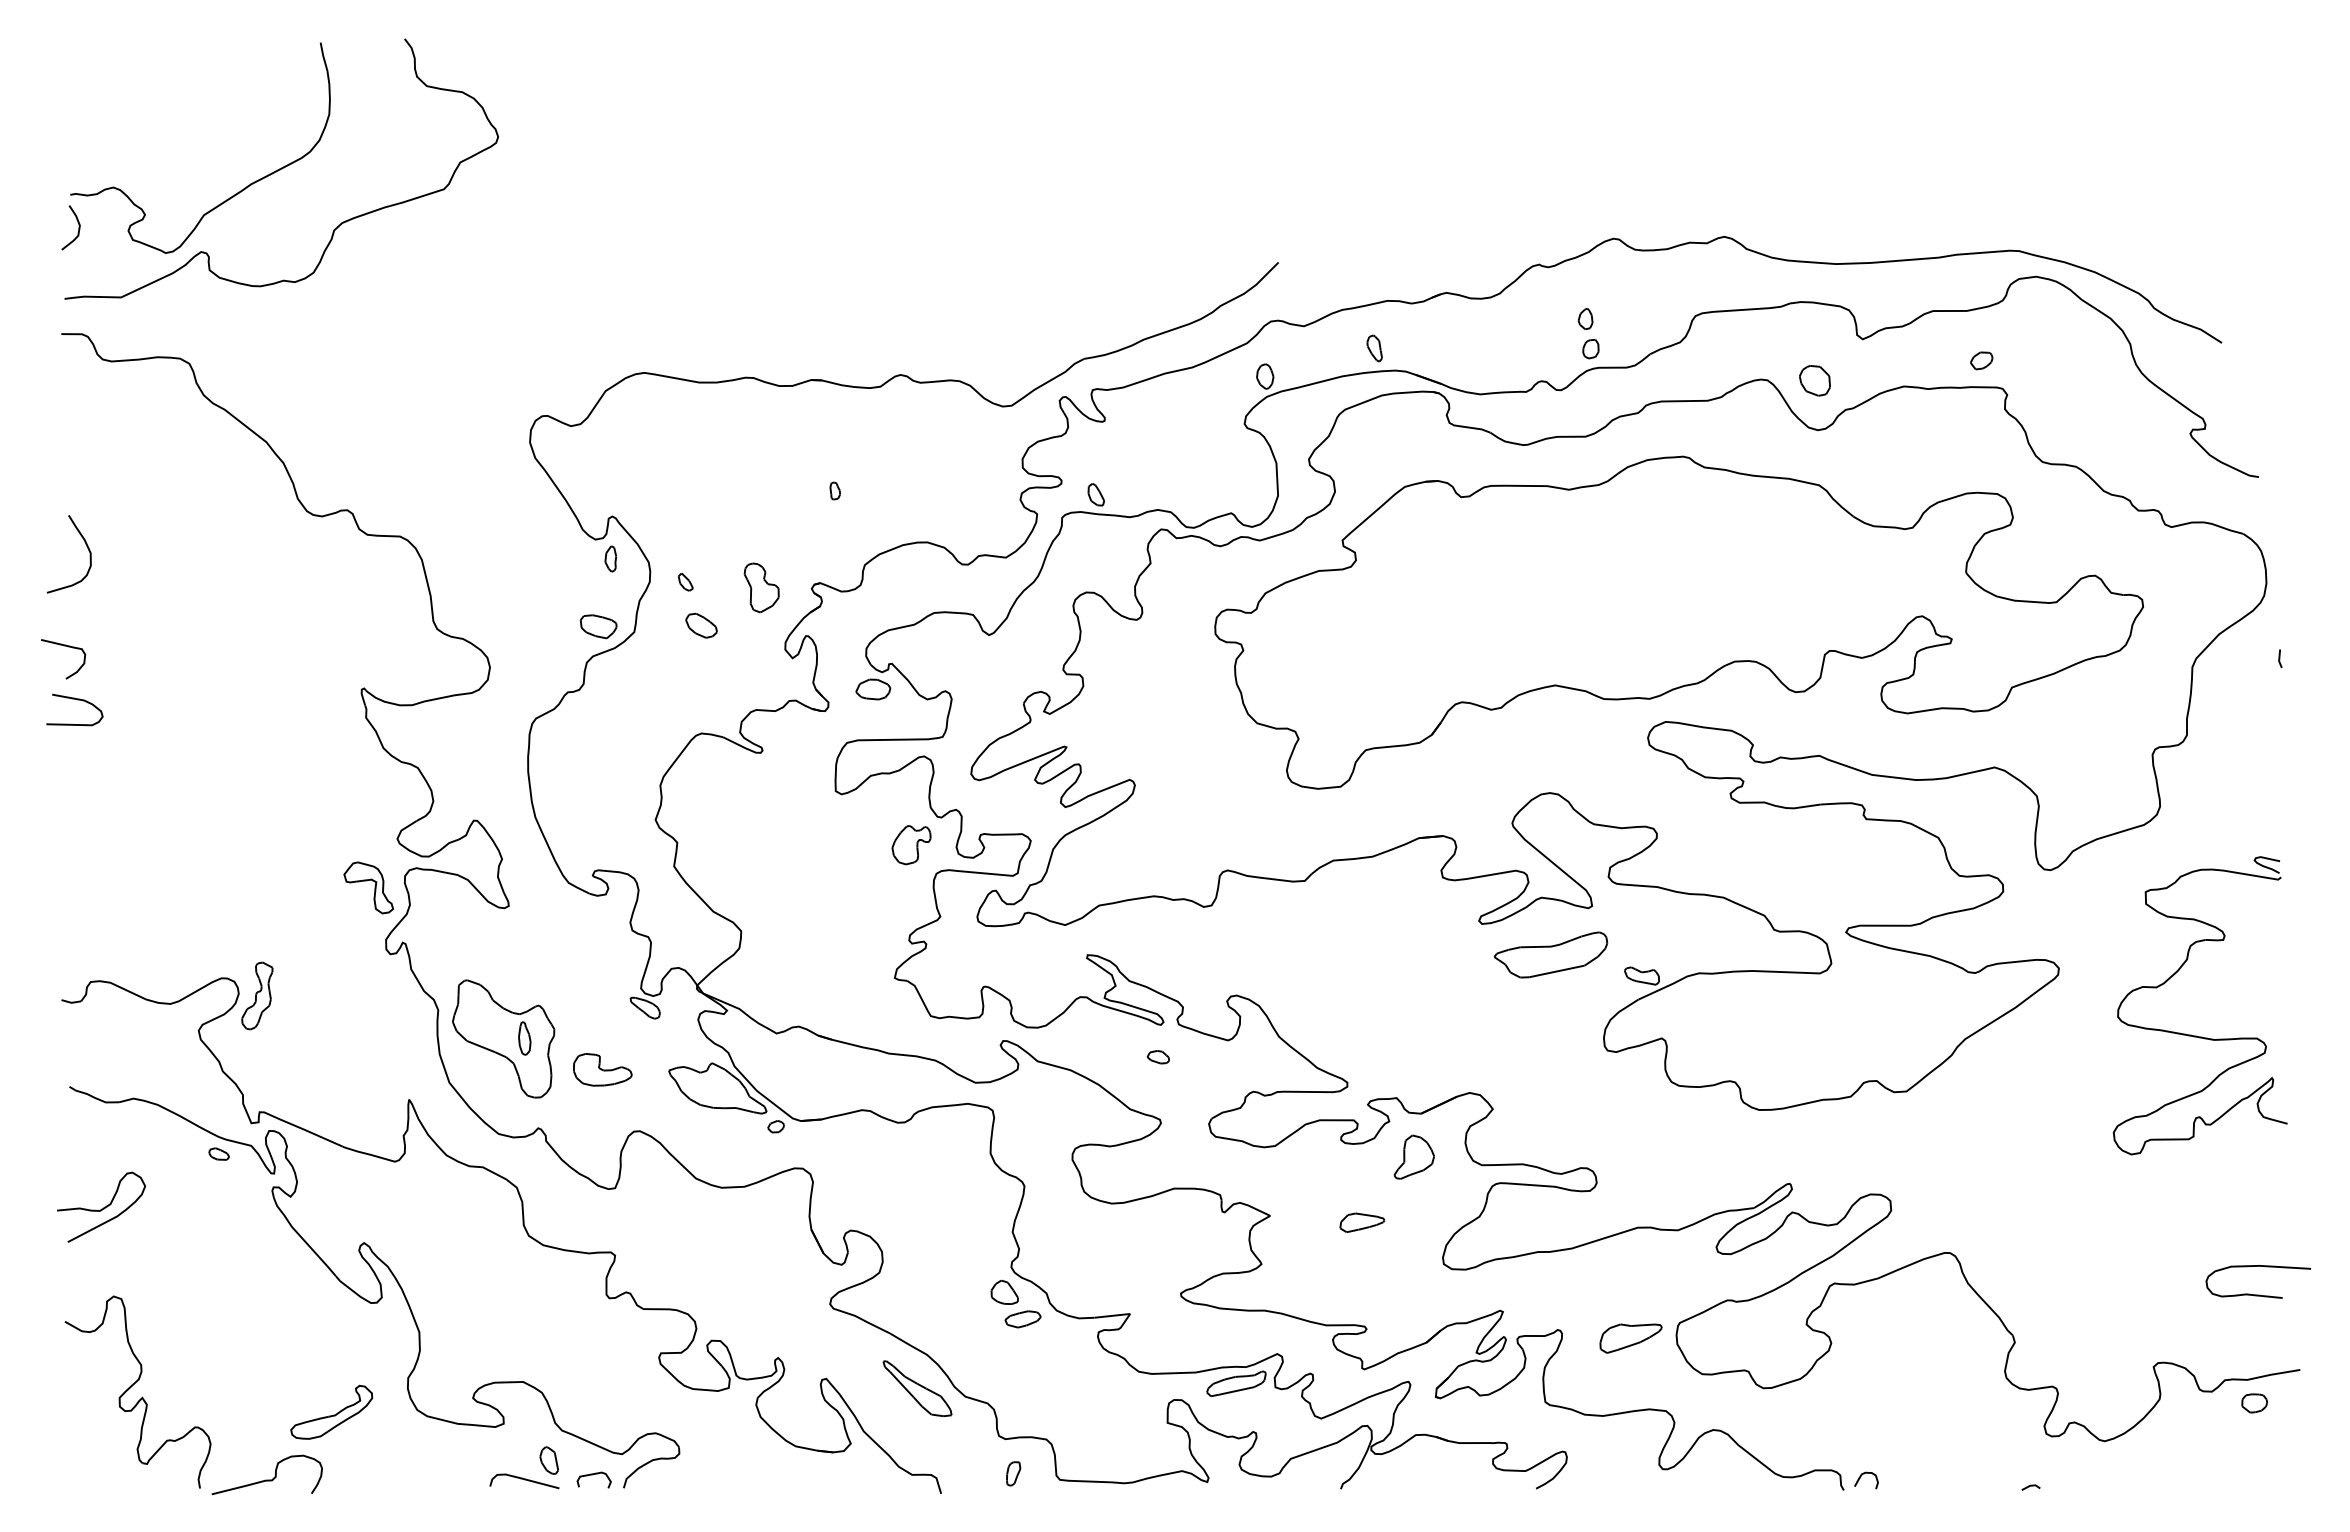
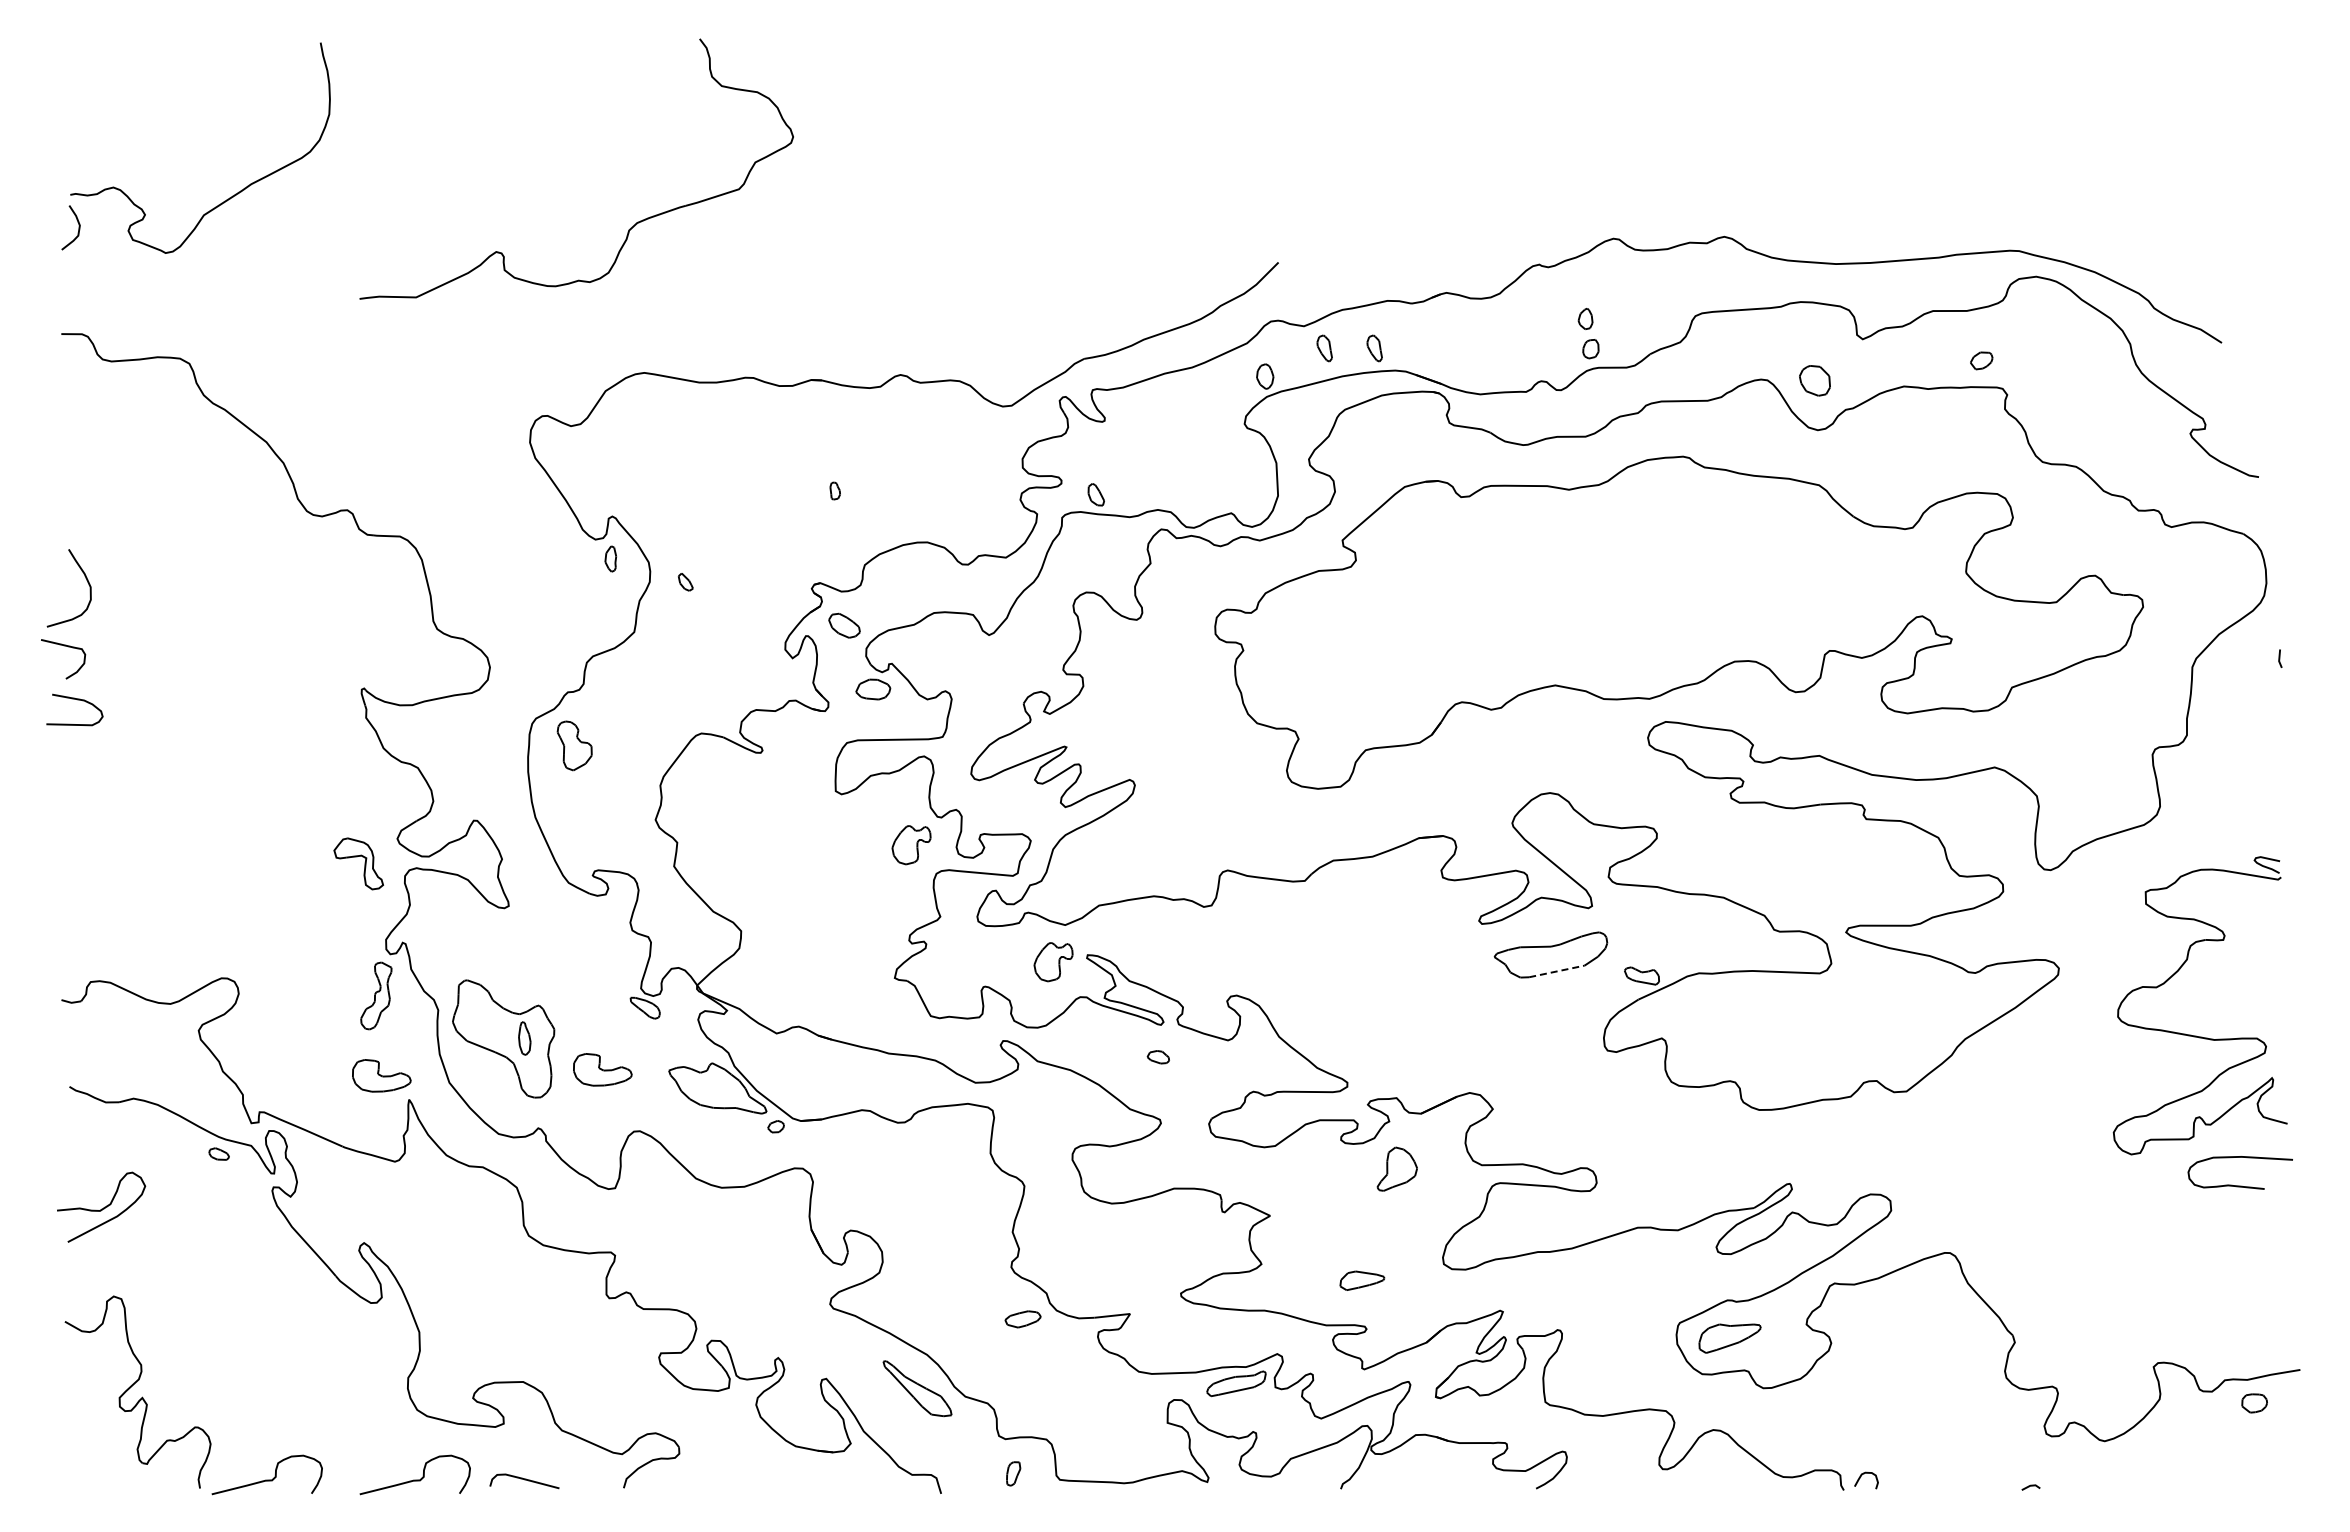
part at (335, 227) position: (335, 227) -> (630, 227)
part at (1324, 348): none -> present
curve at (86, 546) position: (86, 546) -> (86, 580)
part at (761, 587) position: (761, 587) -> (574, 745)
part at (701, 625) position: (701, 625) -> (844, 625)
part at (598, 626): present -> none
part at (368, 887) position: (368, 887) -> (358, 863)
part at (1053, 962): none -> present
line at (1557, 971): solid -> dashed
part at (257, 995) position: (257, 995) -> (376, 995)
part at (381, 1075): none -> present
part at (1413, 1156) position: (1413, 1156) -> (1396, 1168)
part at (1362, 1222) position: (1362, 1222) -> (1362, 1280)
part at (1004, 1292): present -> none
curve at (2257, 1294) position: (2257, 1294) -> (2239, 1185)
part at (1630, 1338) position: (1630, 1338) -> (1729, 1338)
part at (331, 1411): present -> none
part at (548, 1460): present -> none
curve at (593, 1475): present -> none
curve at (414, 1479): none -> present
